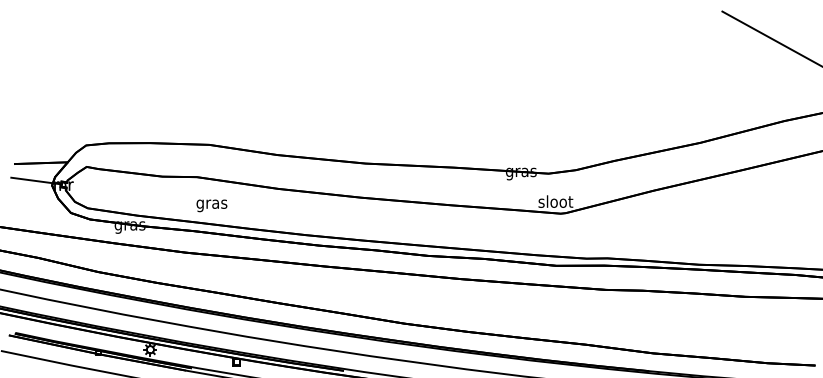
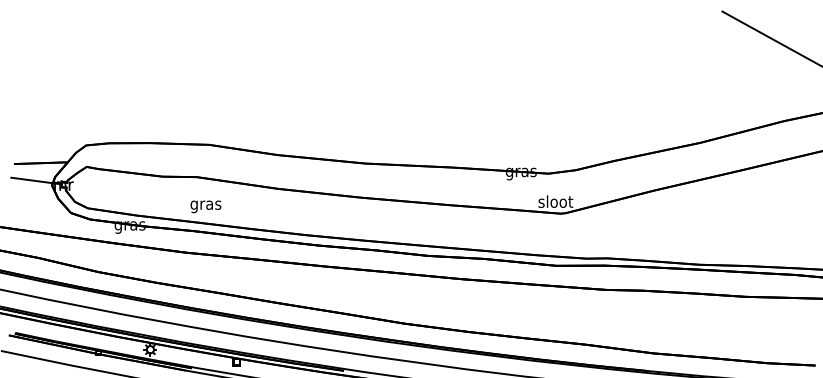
text at (211, 205) position: (211, 205) -> (205, 206)
